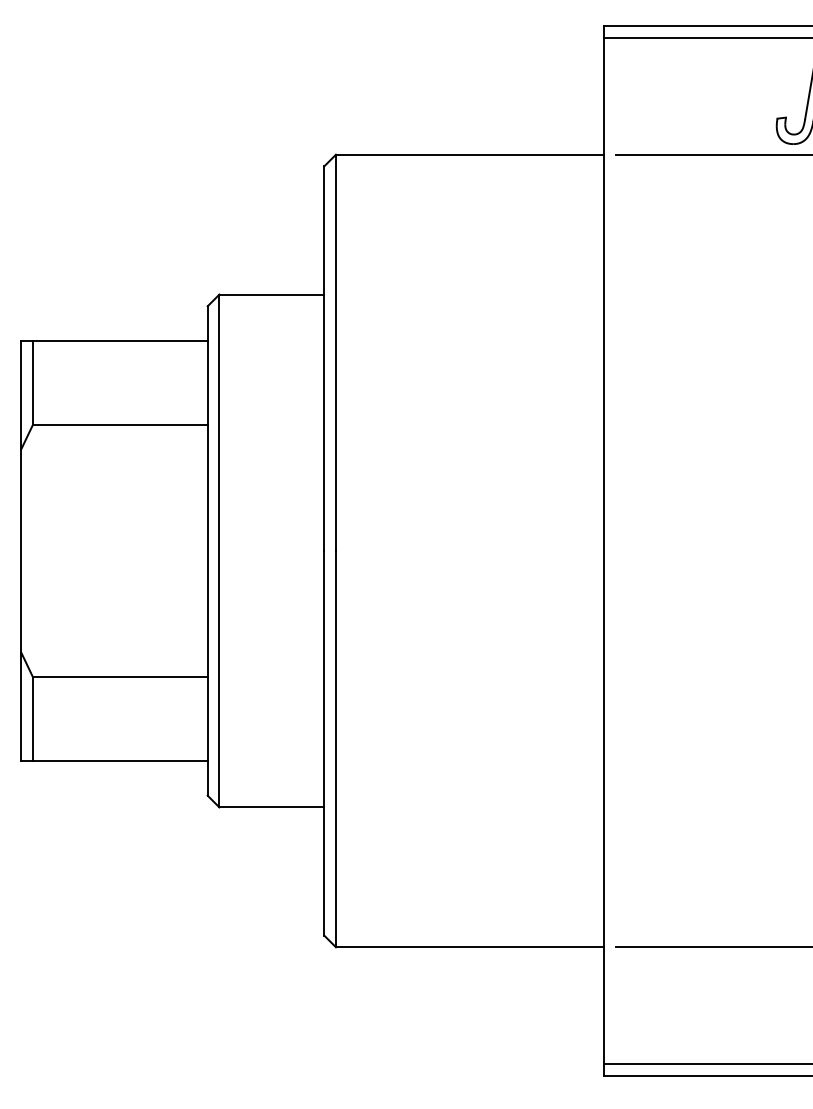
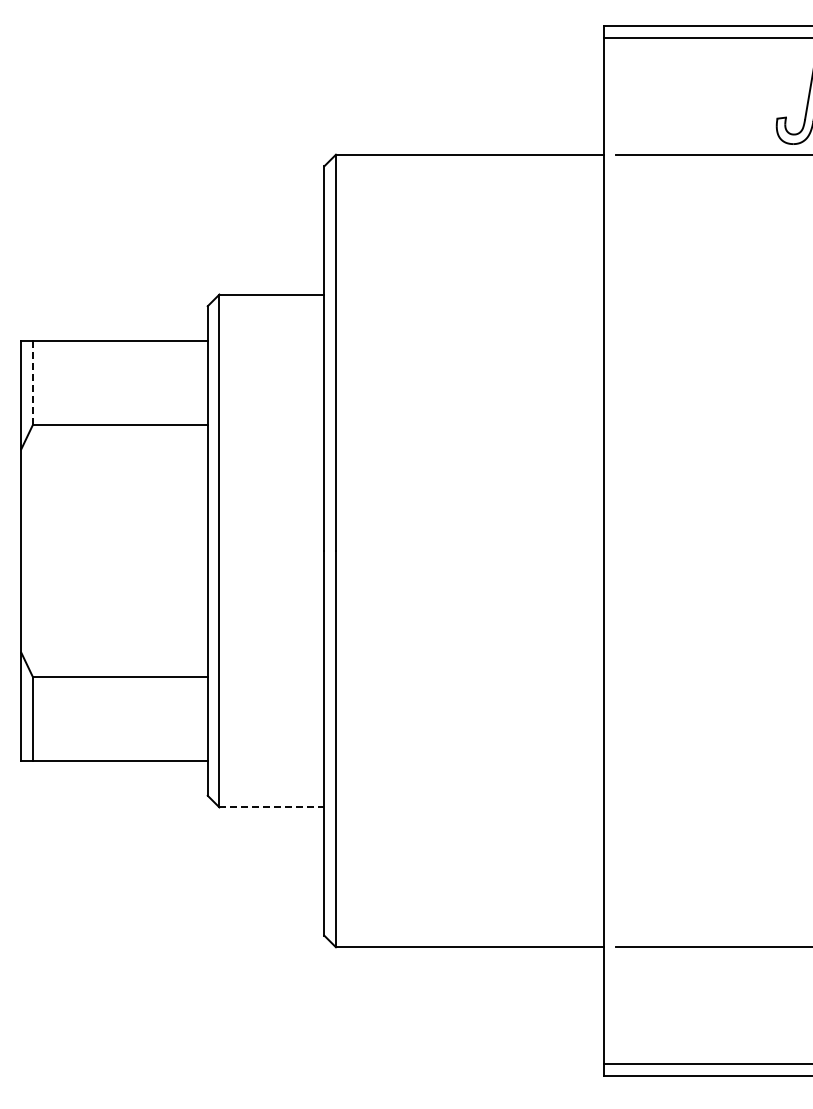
line at (32, 383): solid -> dashed
line at (272, 807): solid -> dashed
